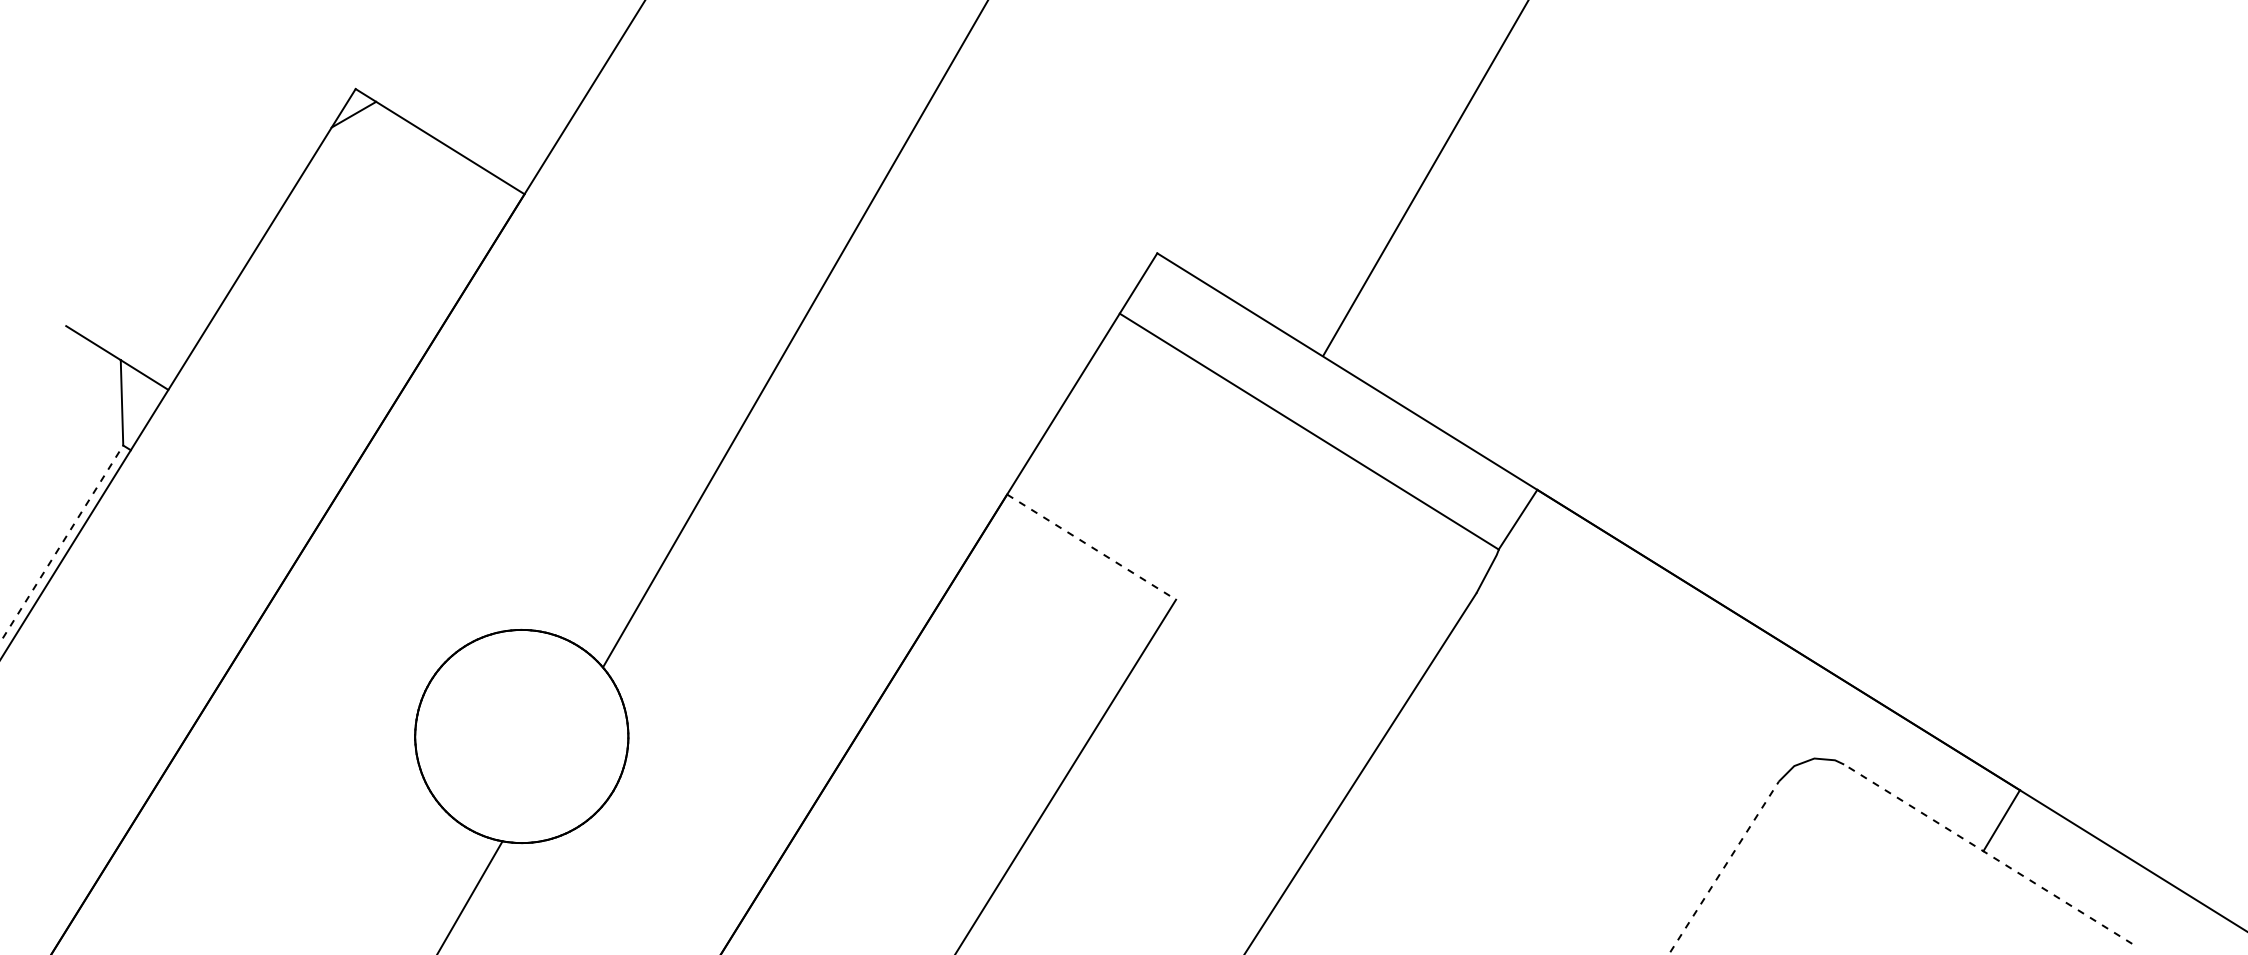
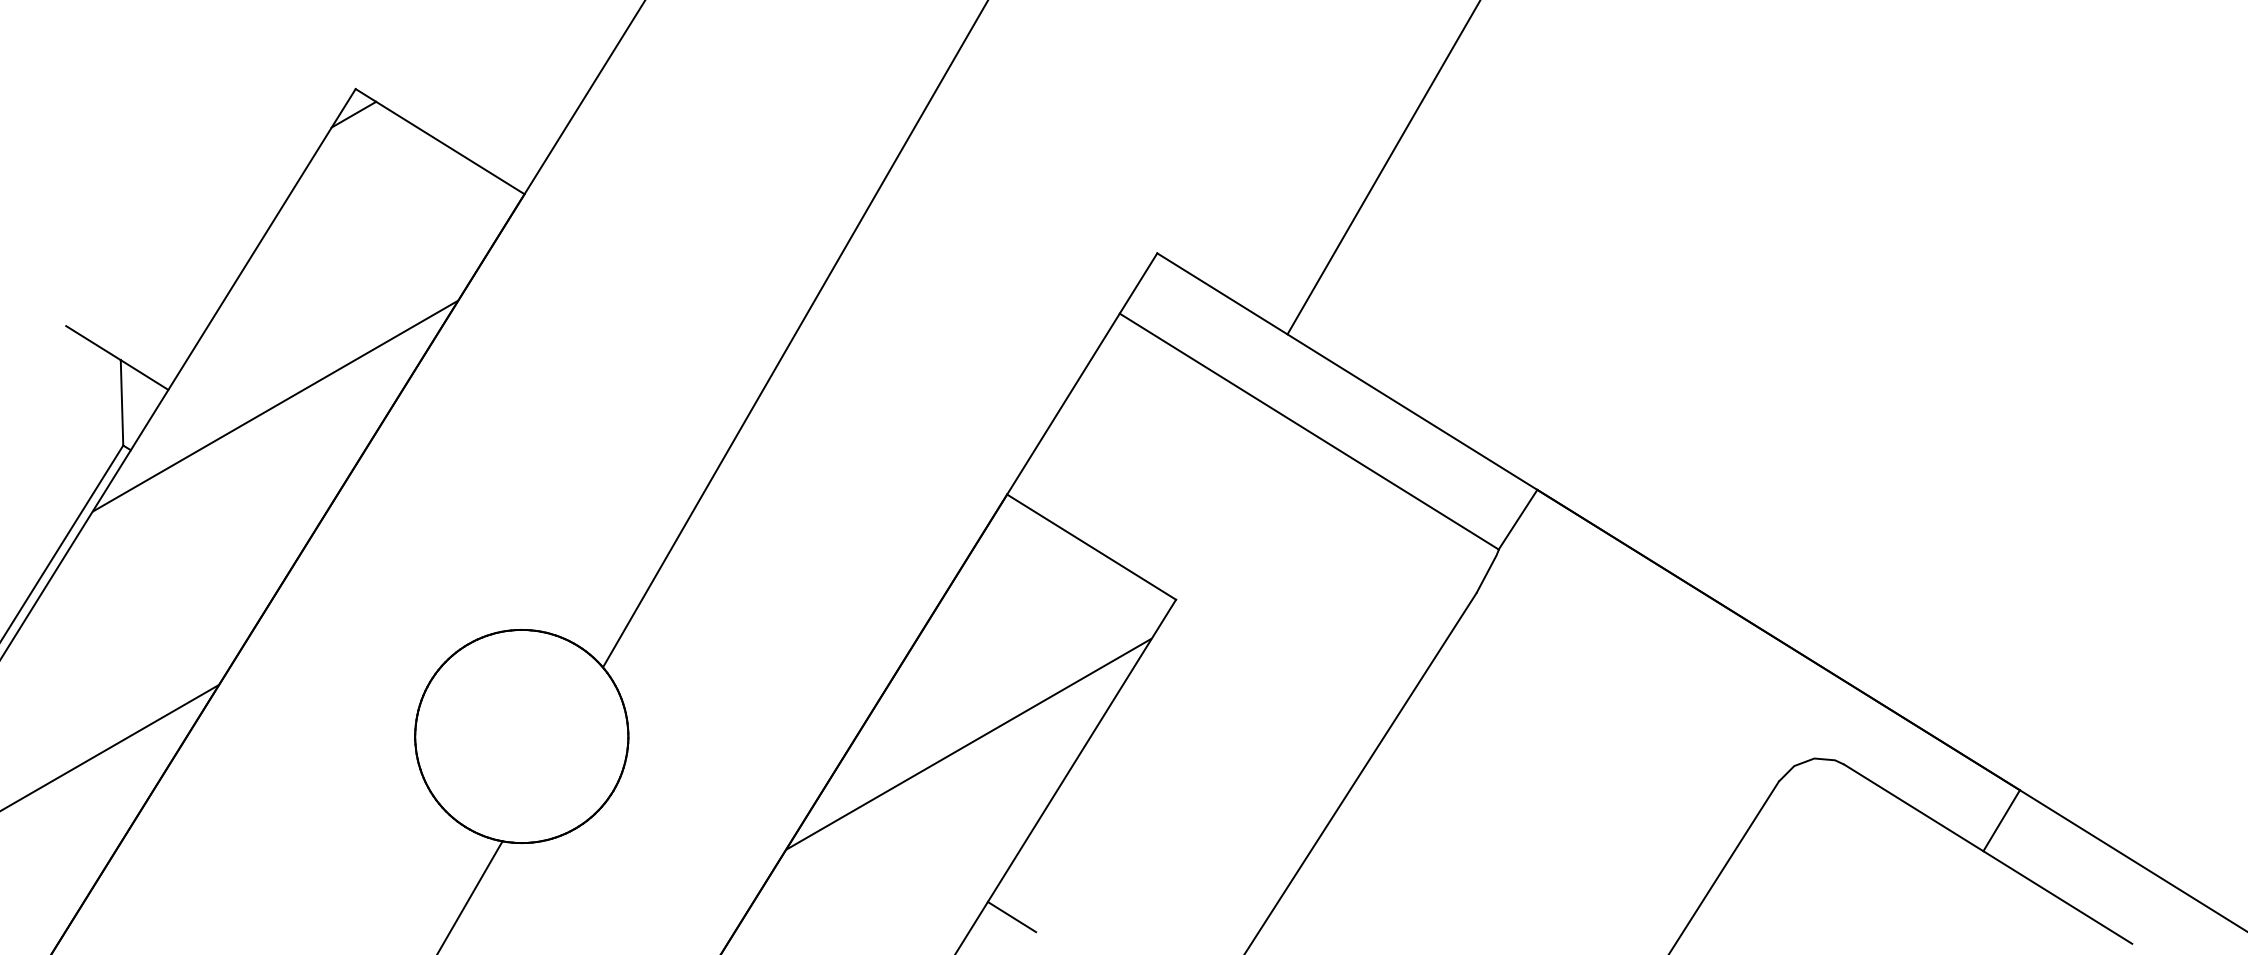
line at (1425, 178) position: (1425, 178) -> (1383, 168)
line at (275, 405): none -> present
line at (61, 543): dashed -> solid
line at (1092, 547): dashed -> solid
line at (968, 743): none -> present
line at (110, 746): none -> present
line at (1988, 854): dashed -> solid
line at (1724, 867): dashed -> solid
line at (1011, 916): none -> present
